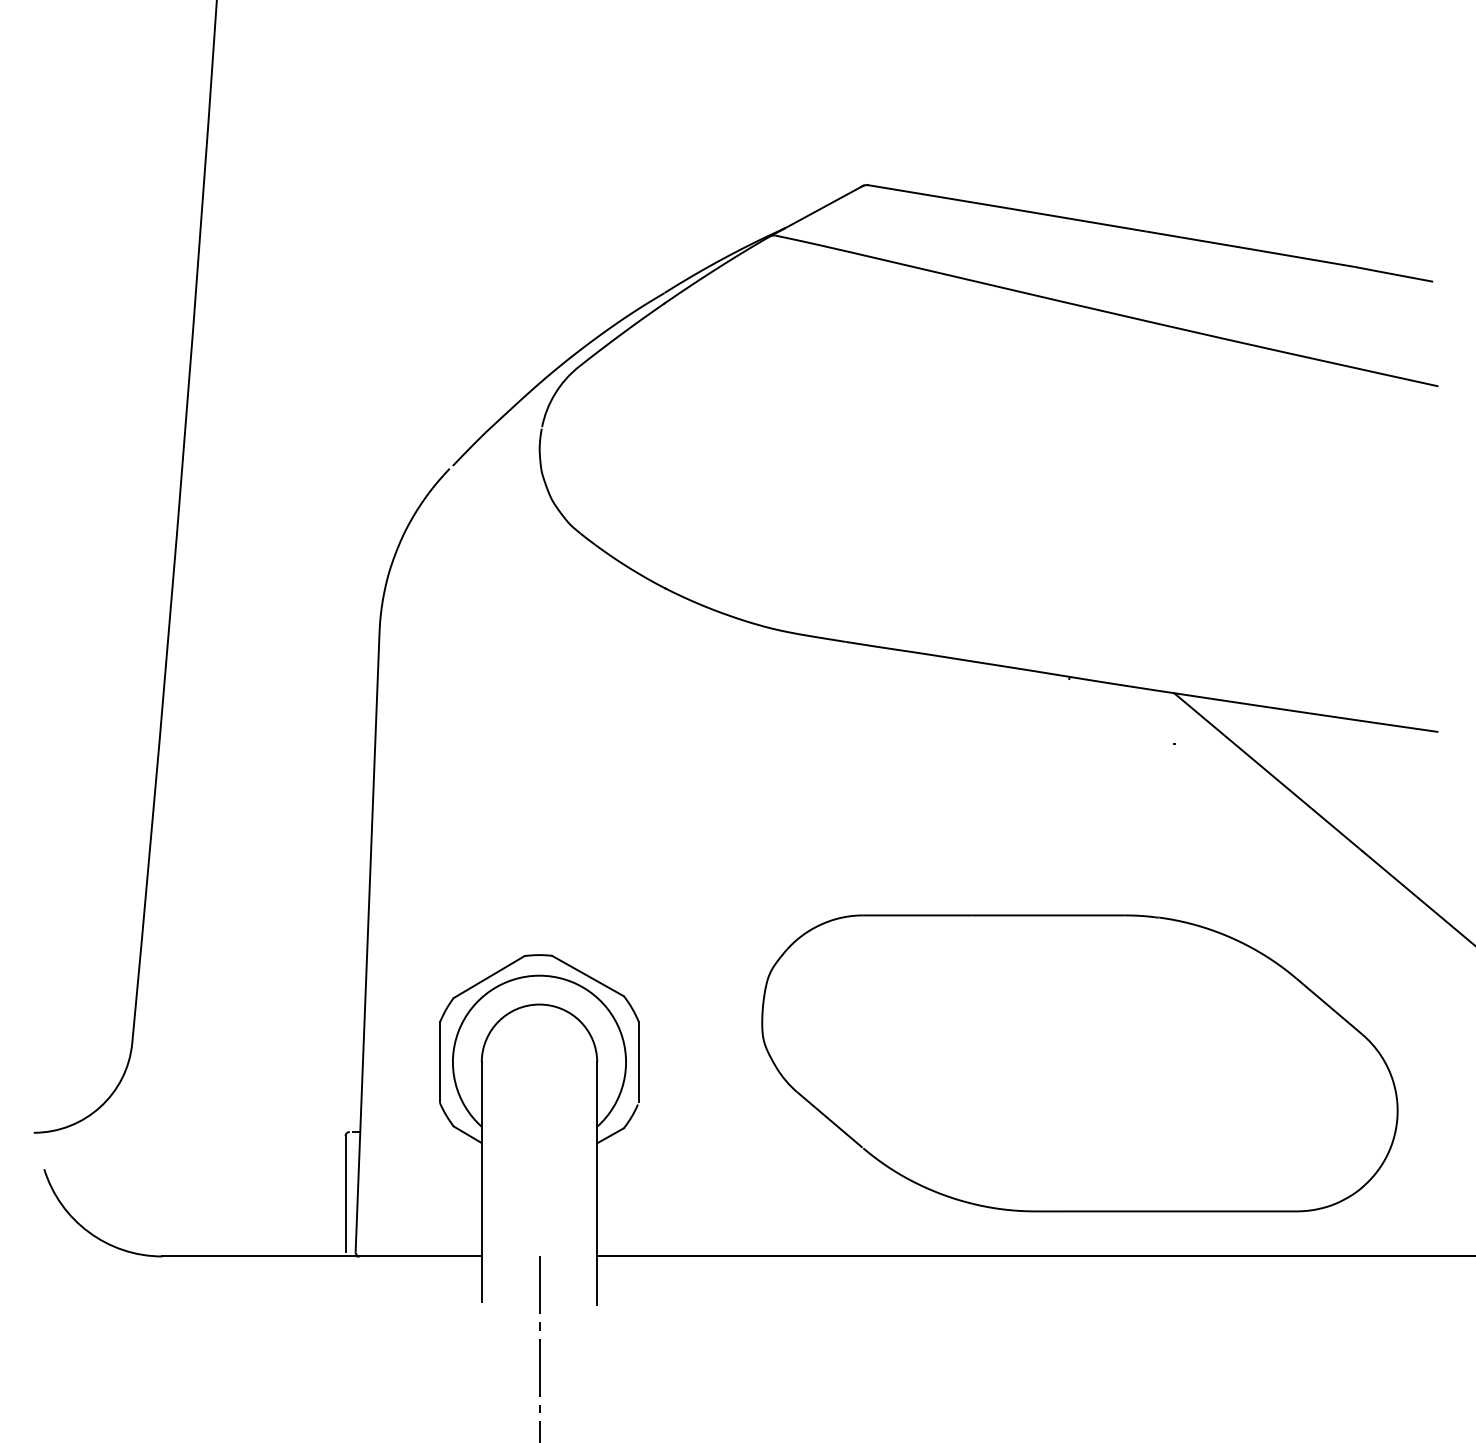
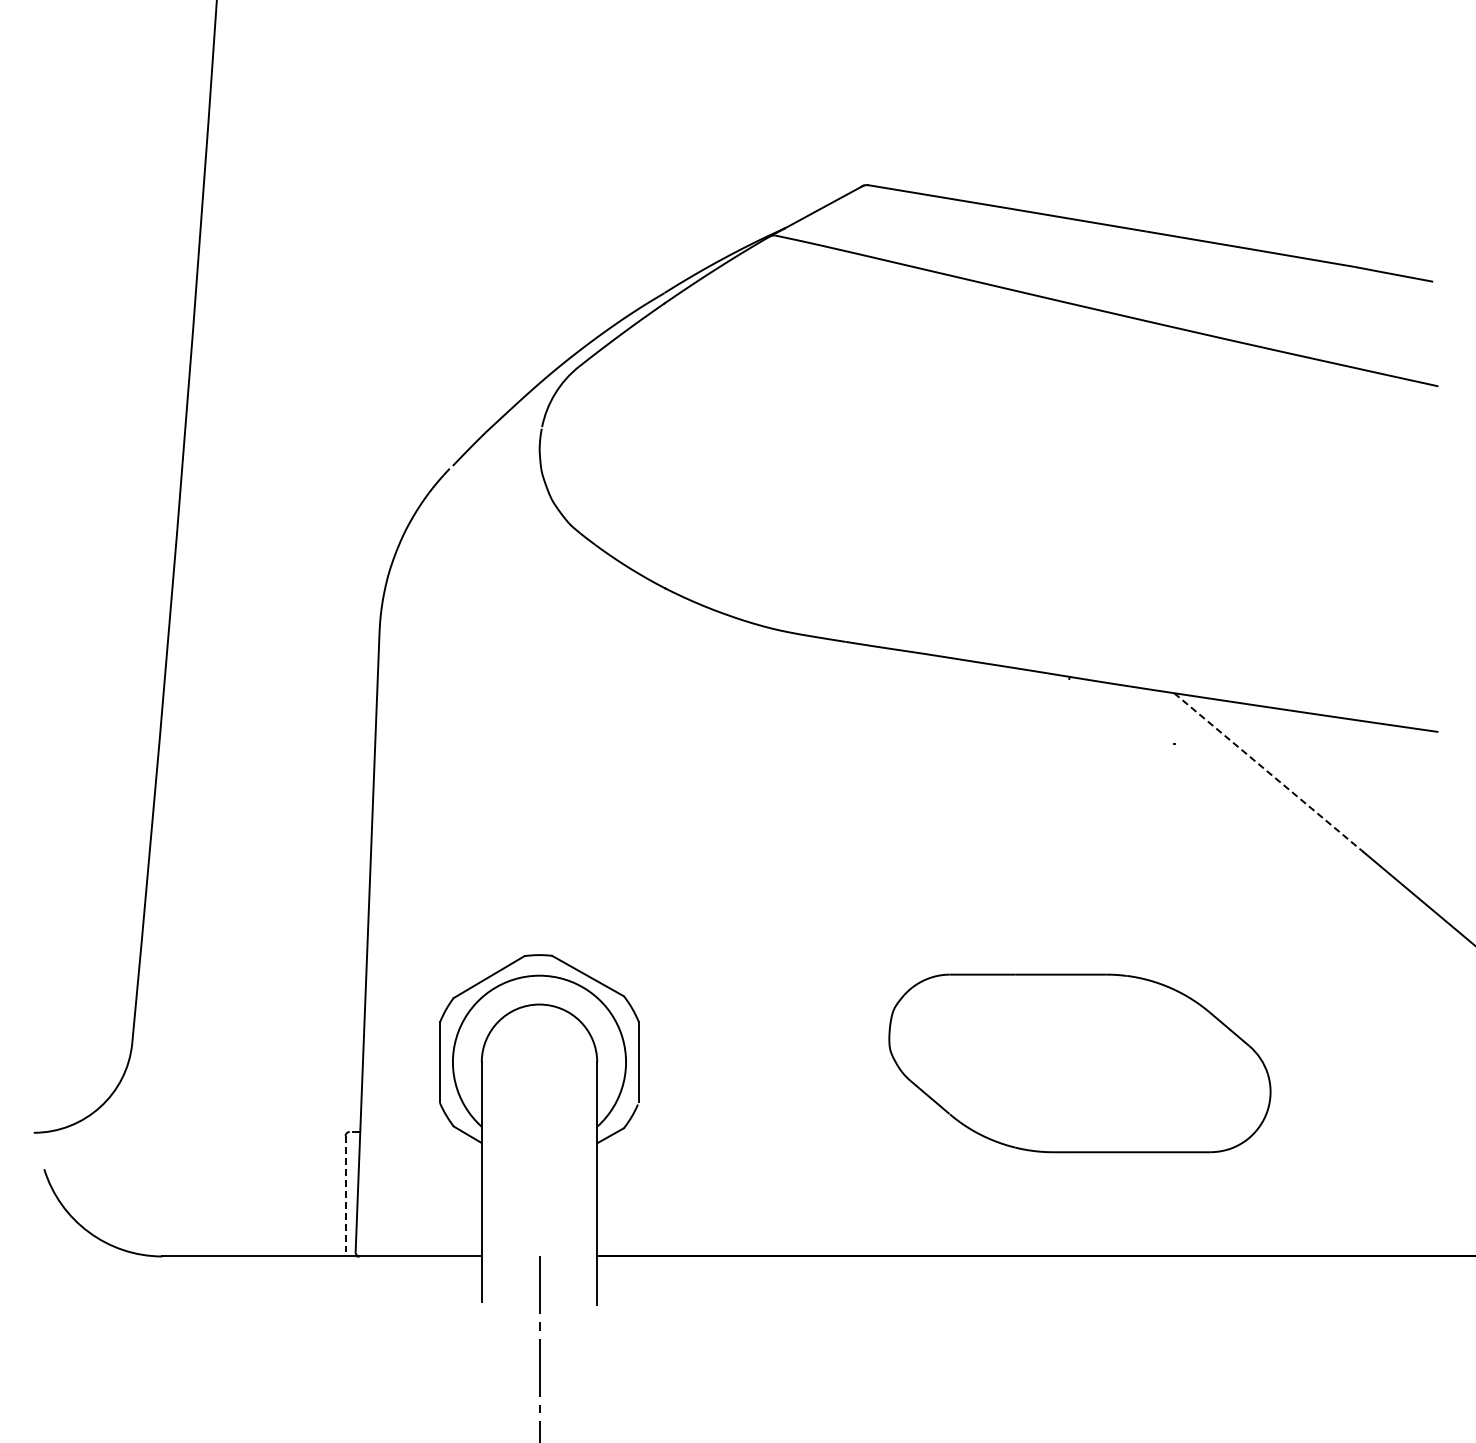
line at (1268, 772): solid -> dashed
part at (1079, 1063) size: 638x299 px -> 384x181 px
line at (345, 1194): solid -> dashed
